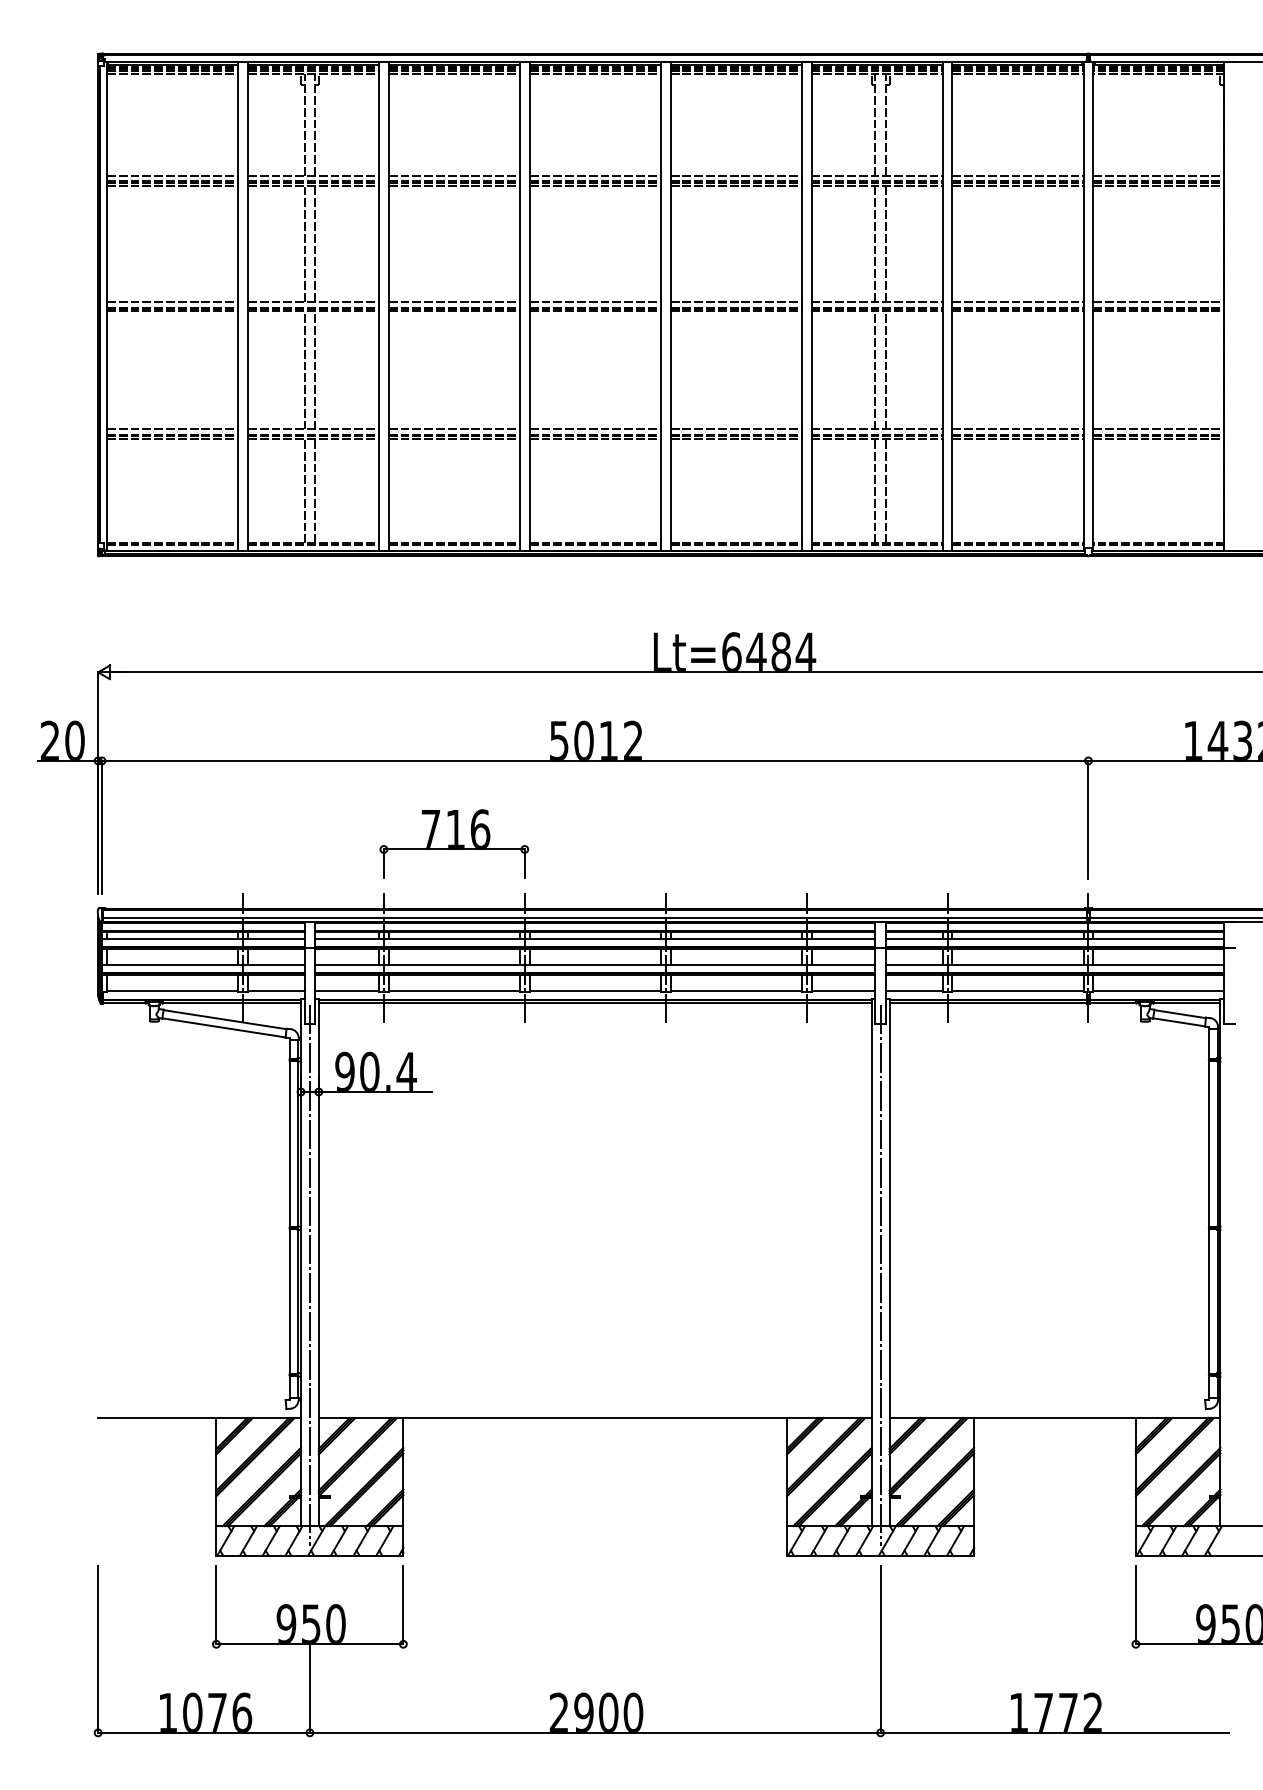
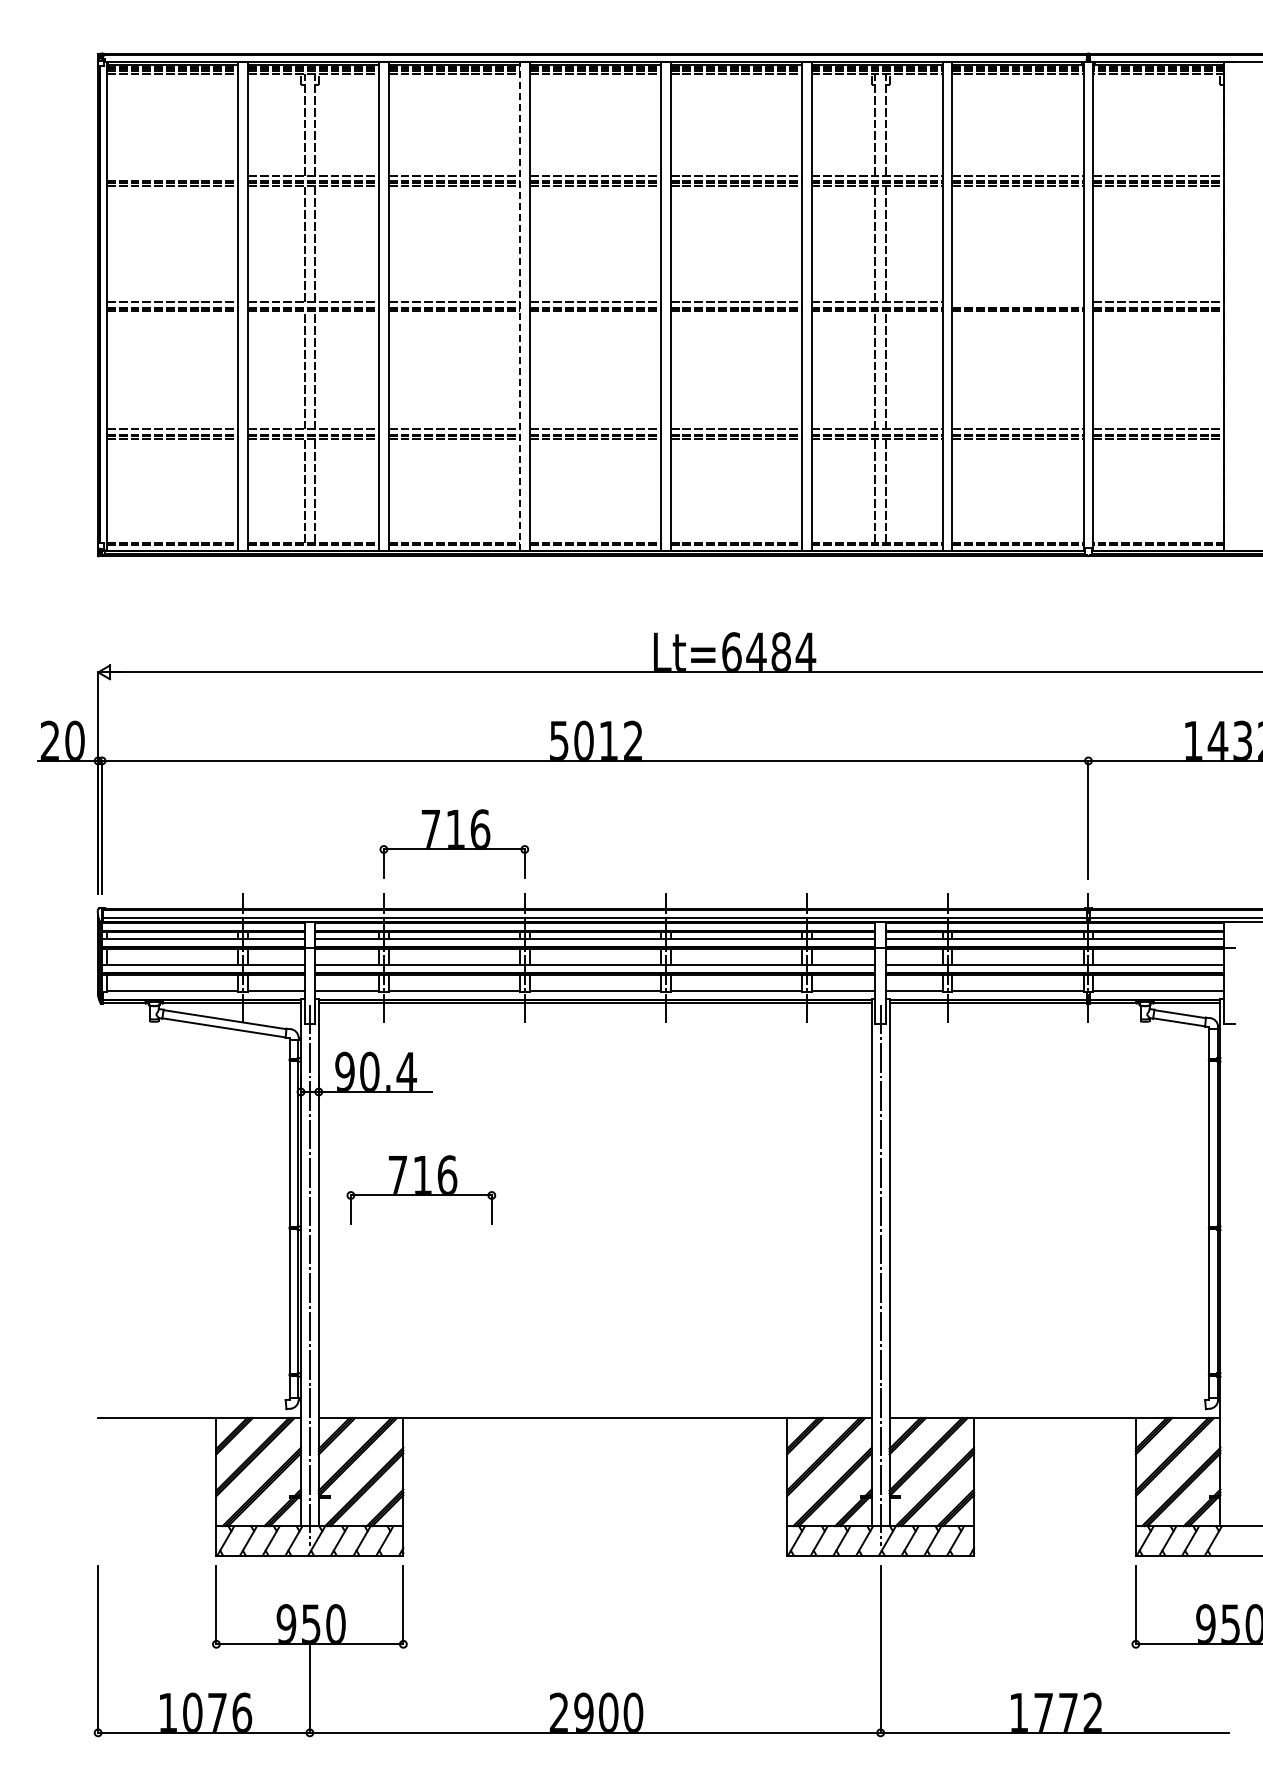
line at (172, 175): present -> none
line at (1017, 301): present -> none
line at (519, 306): solid -> dashed
part at (421, 1189): none -> present
